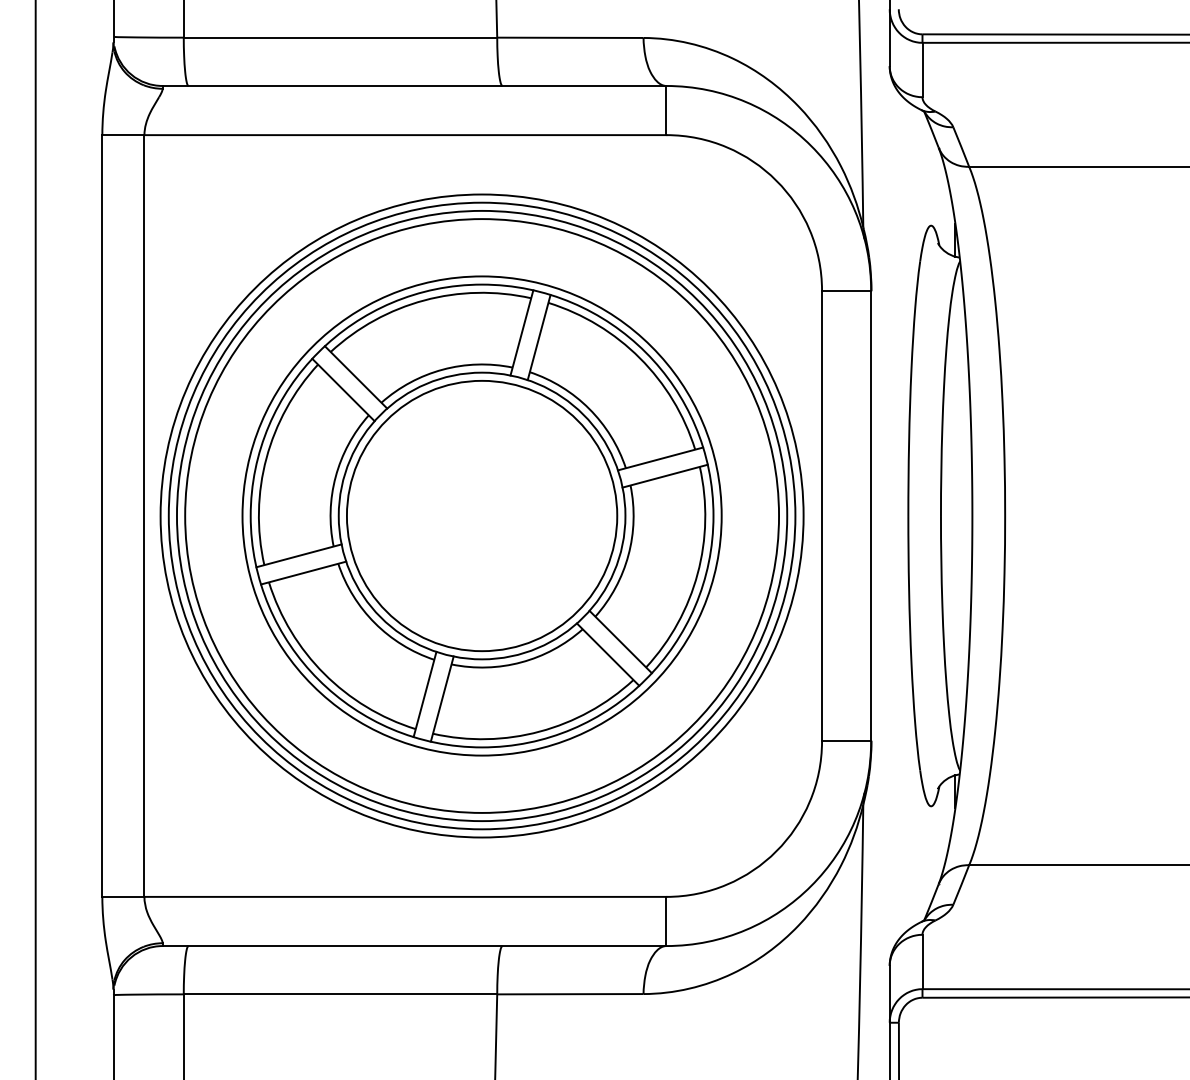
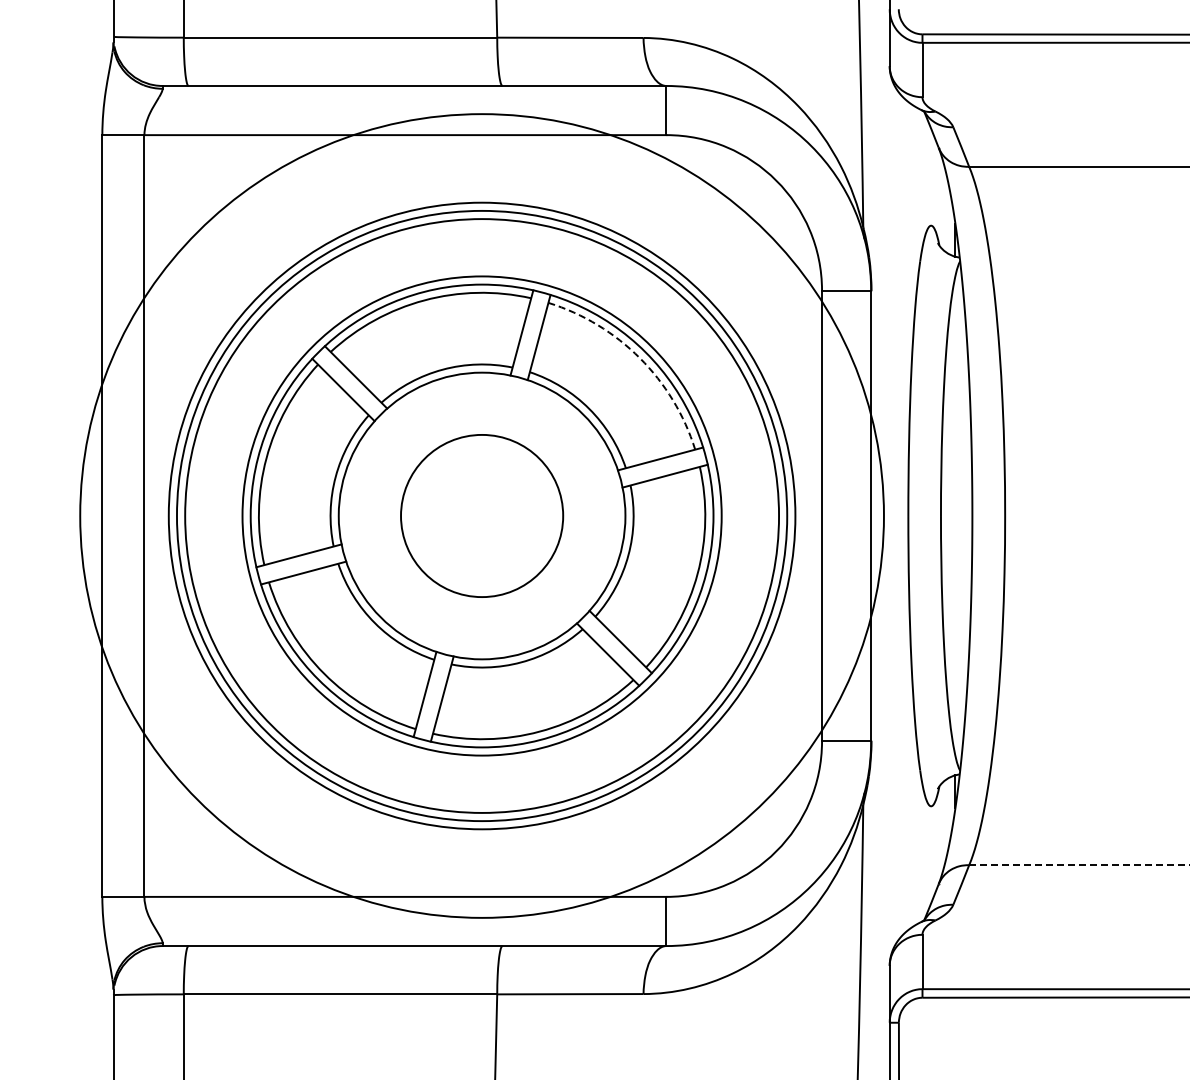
arc at (639, 358): solid -> dashed
circle at (481, 515) diameter: 270 px -> 162 px
circle at (481, 515) diameter: 643 px -> 804 px
line at (35, 539): present -> none
line at (1079, 865): solid -> dashed
